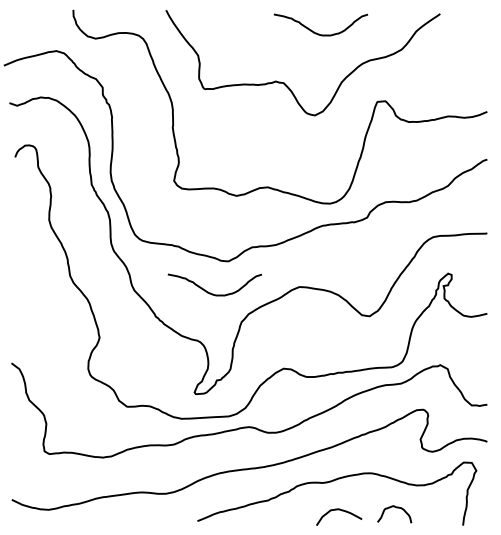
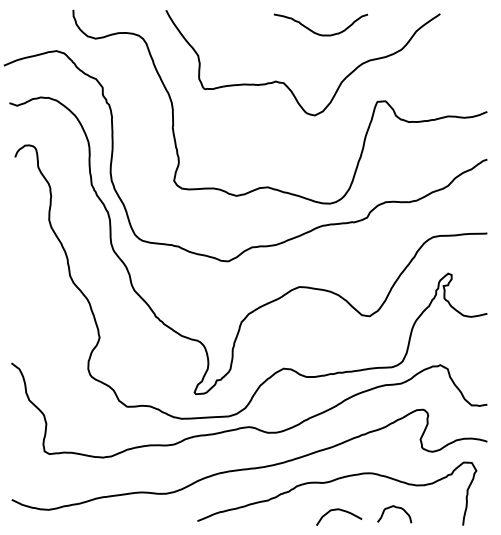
curve at (210, 292): present -> none
